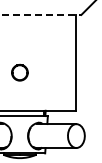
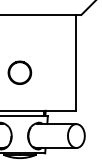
line at (40, 14): dashed -> solid
part at (19, 72) size: 18x19 px -> 26x25 px
